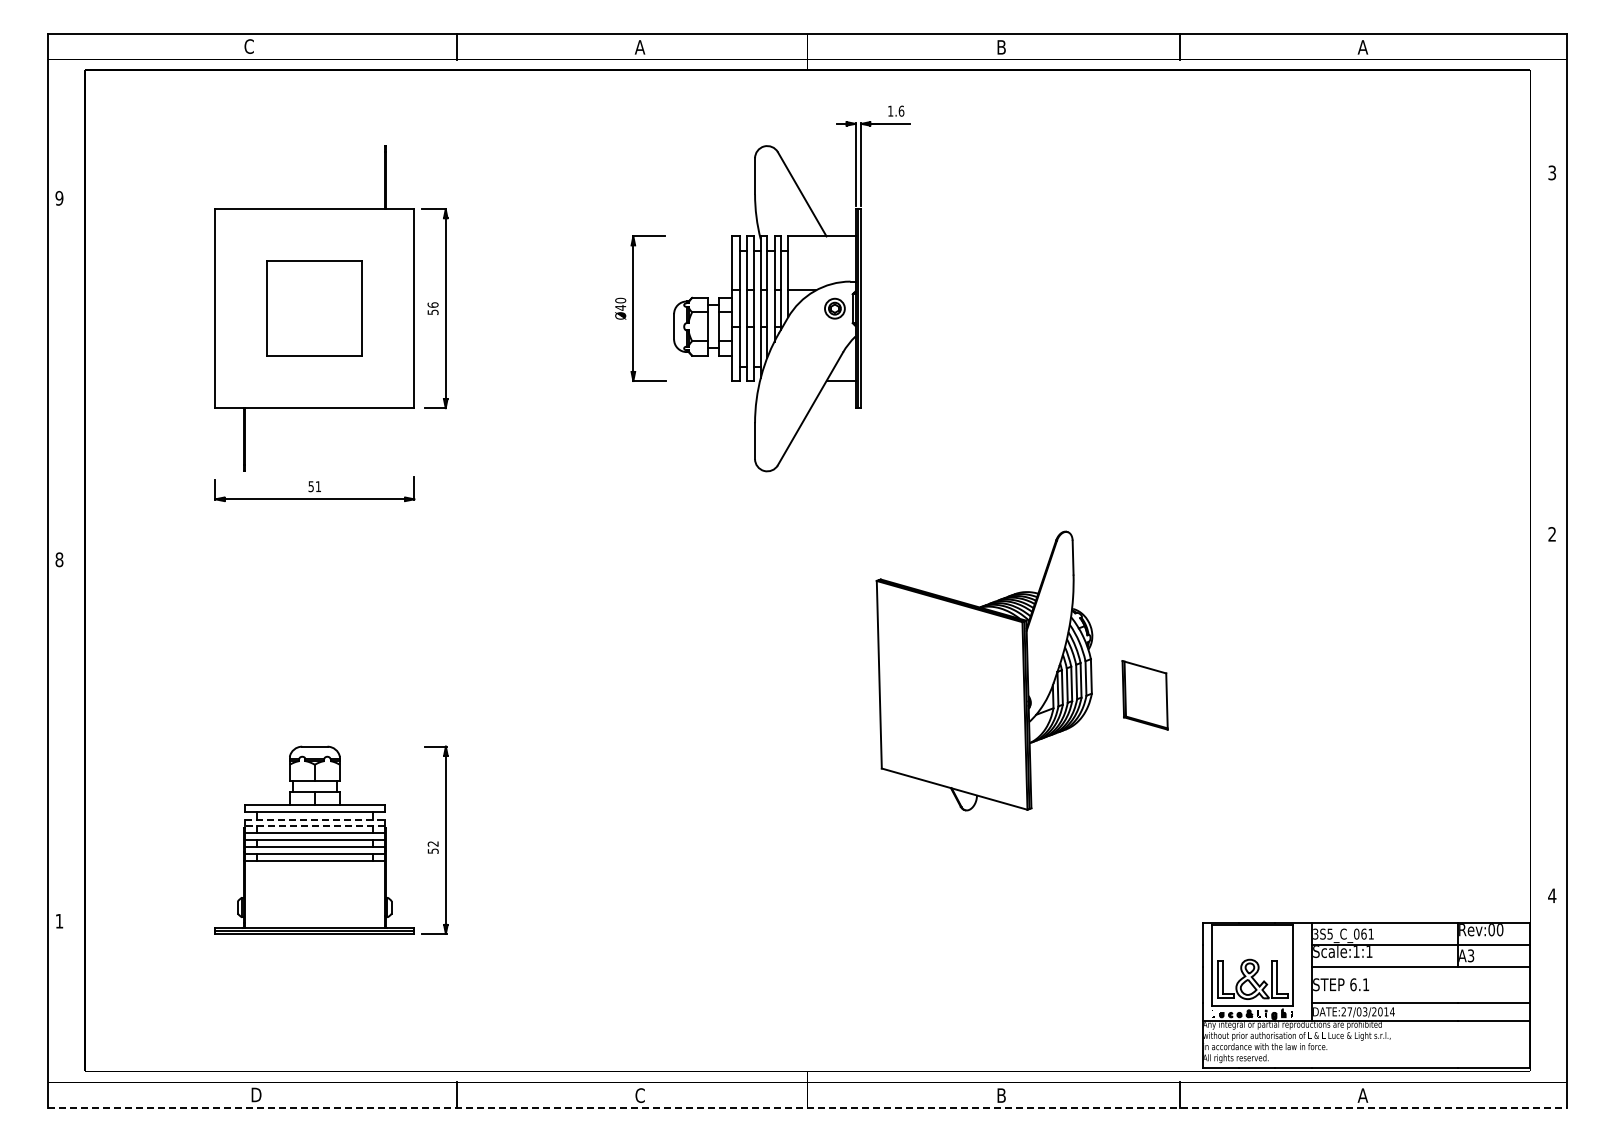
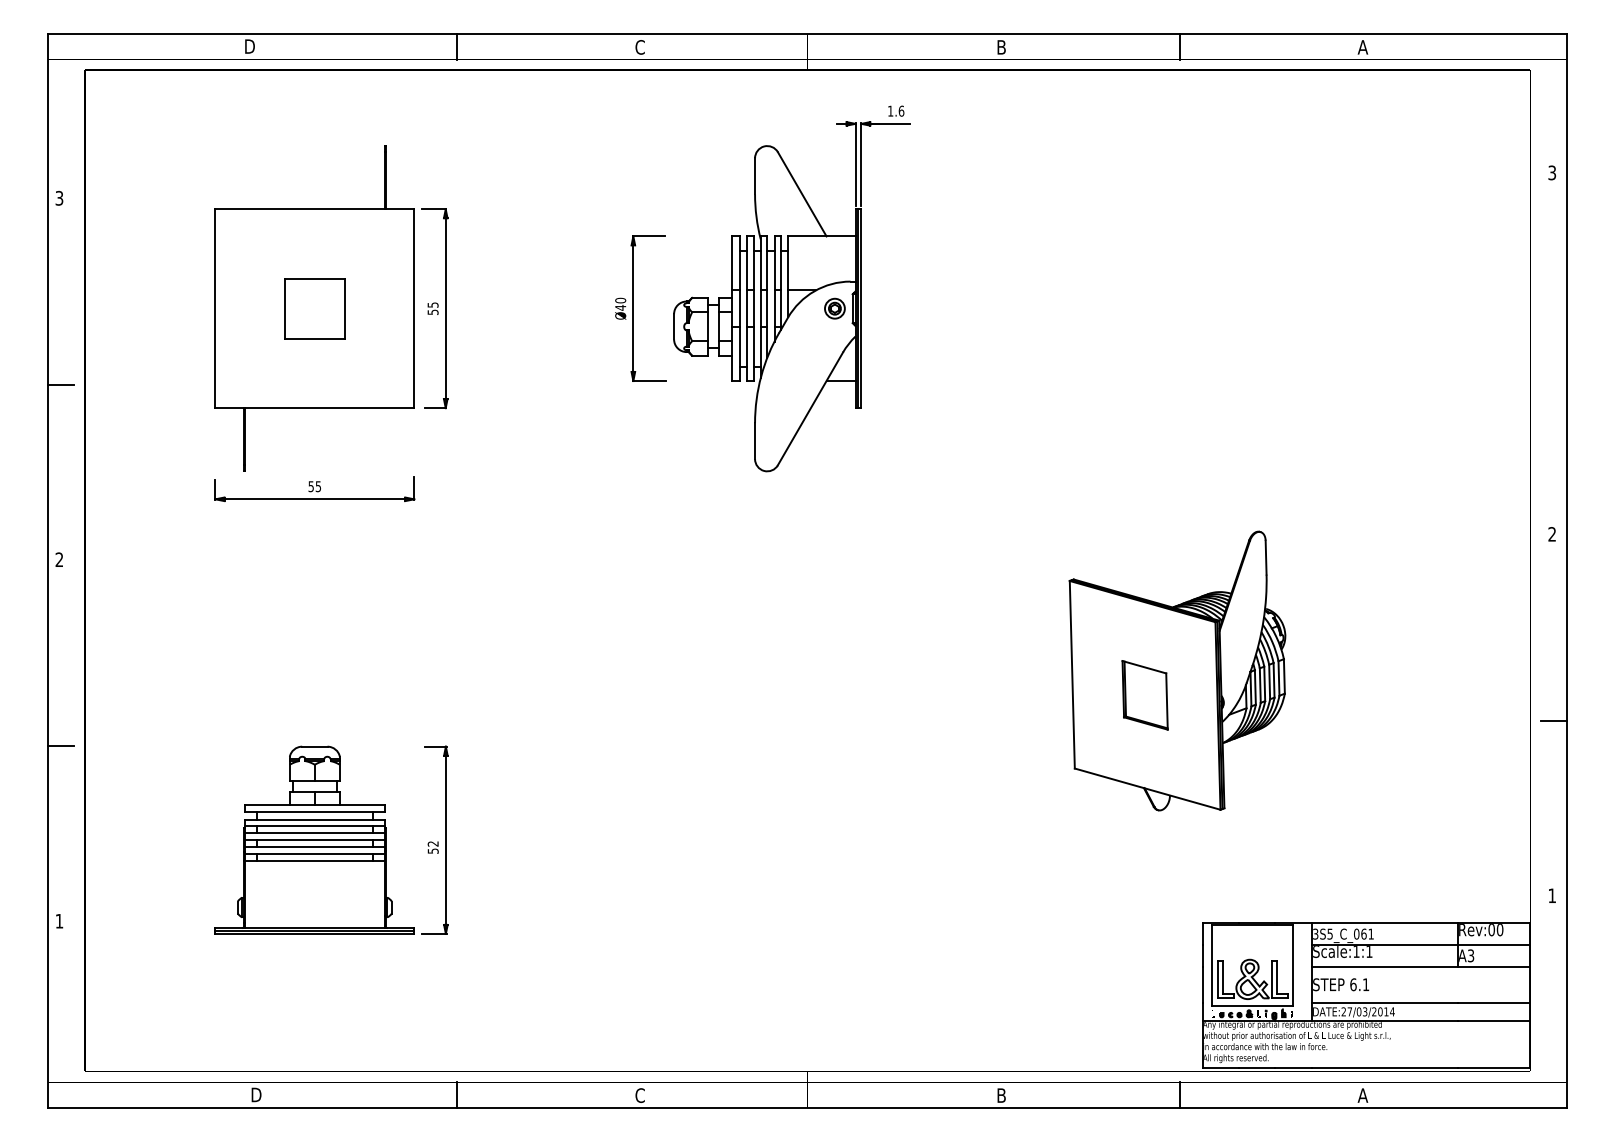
text at (249, 46): C -> D
text at (639, 47): A -> C
text at (59, 198): 9 -> 3
text at (432, 304): 56 -> 55
part at (314, 308) size: 97x97 px -> 62x62 px
line at (60, 384): none -> present
text at (317, 486): 51 -> 55
text at (59, 559): 8 -> 2
part at (984, 670) position: (984, 670) -> (1177, 670)
line at (1553, 721): none -> present
line at (60, 746): none -> present
line at (314, 819): dashed -> solid
line at (314, 826): dashed -> solid
text at (1552, 895): 4 -> 1
line at (807, 1107): dashed -> solid
